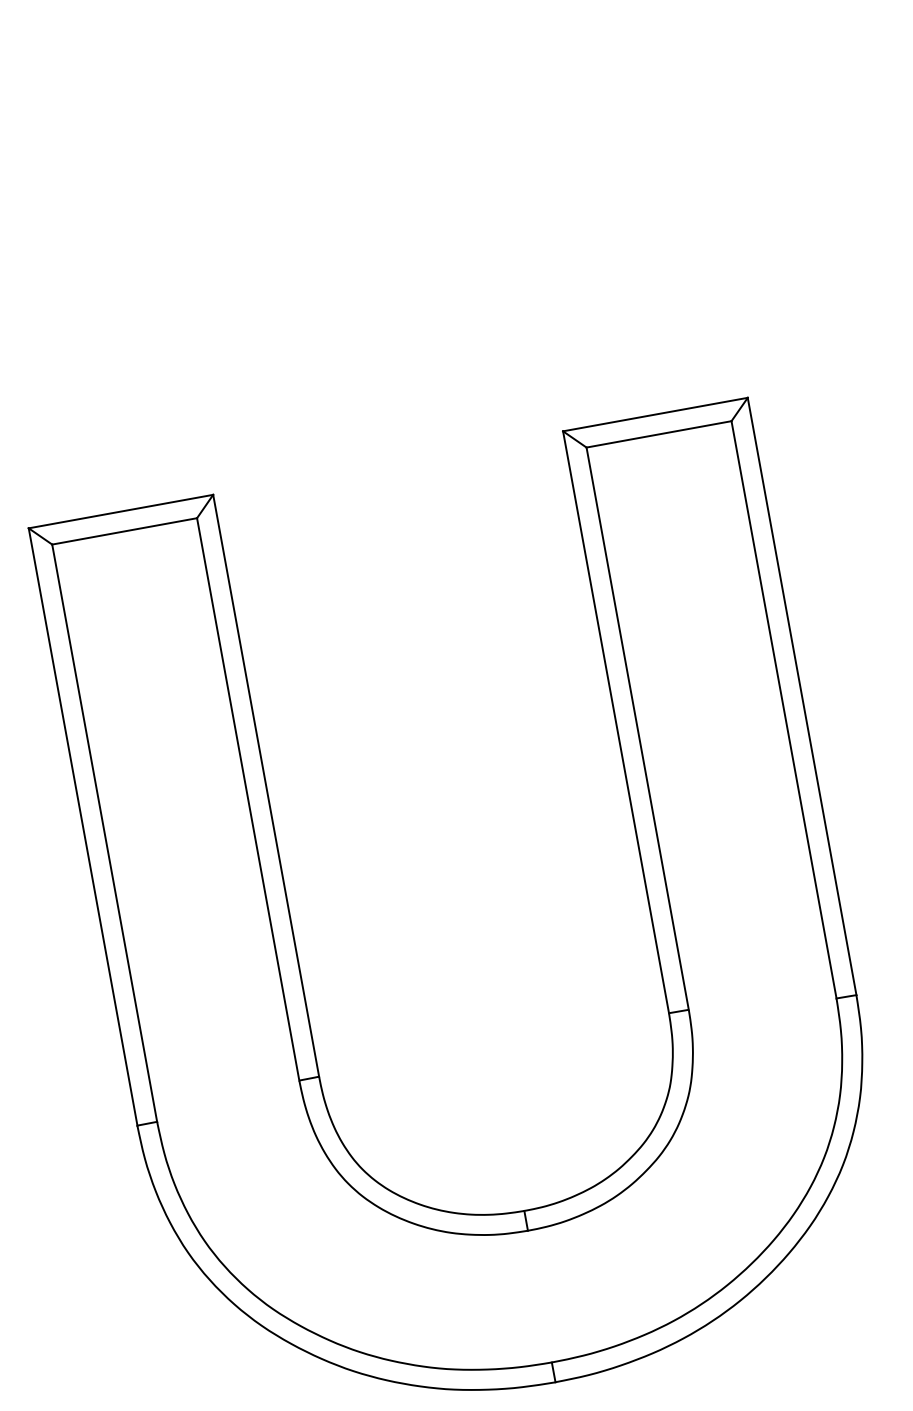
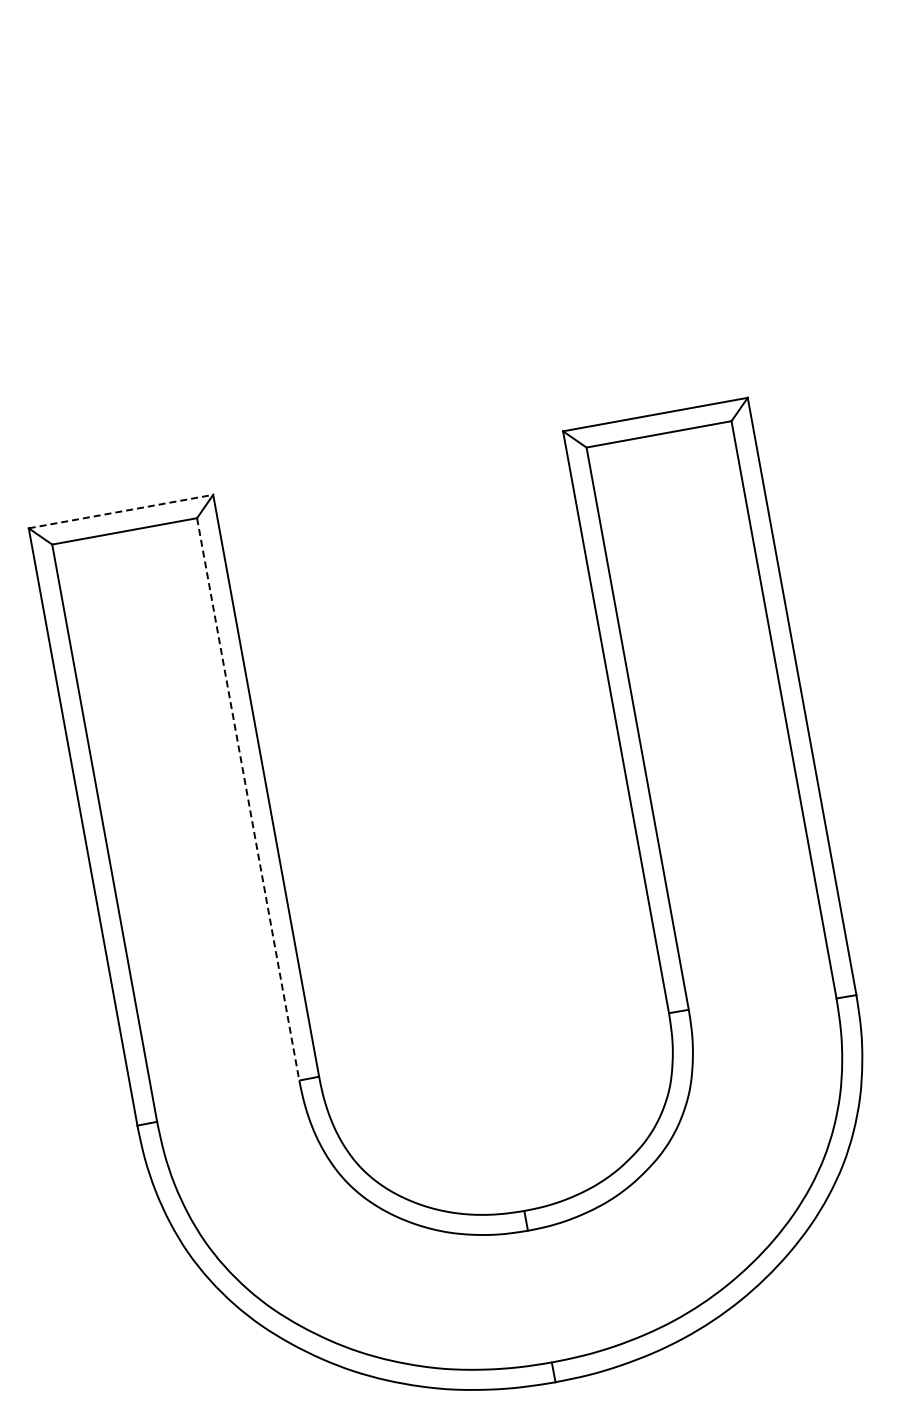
line at (120, 511): solid -> dashed
line at (248, 799): solid -> dashed
